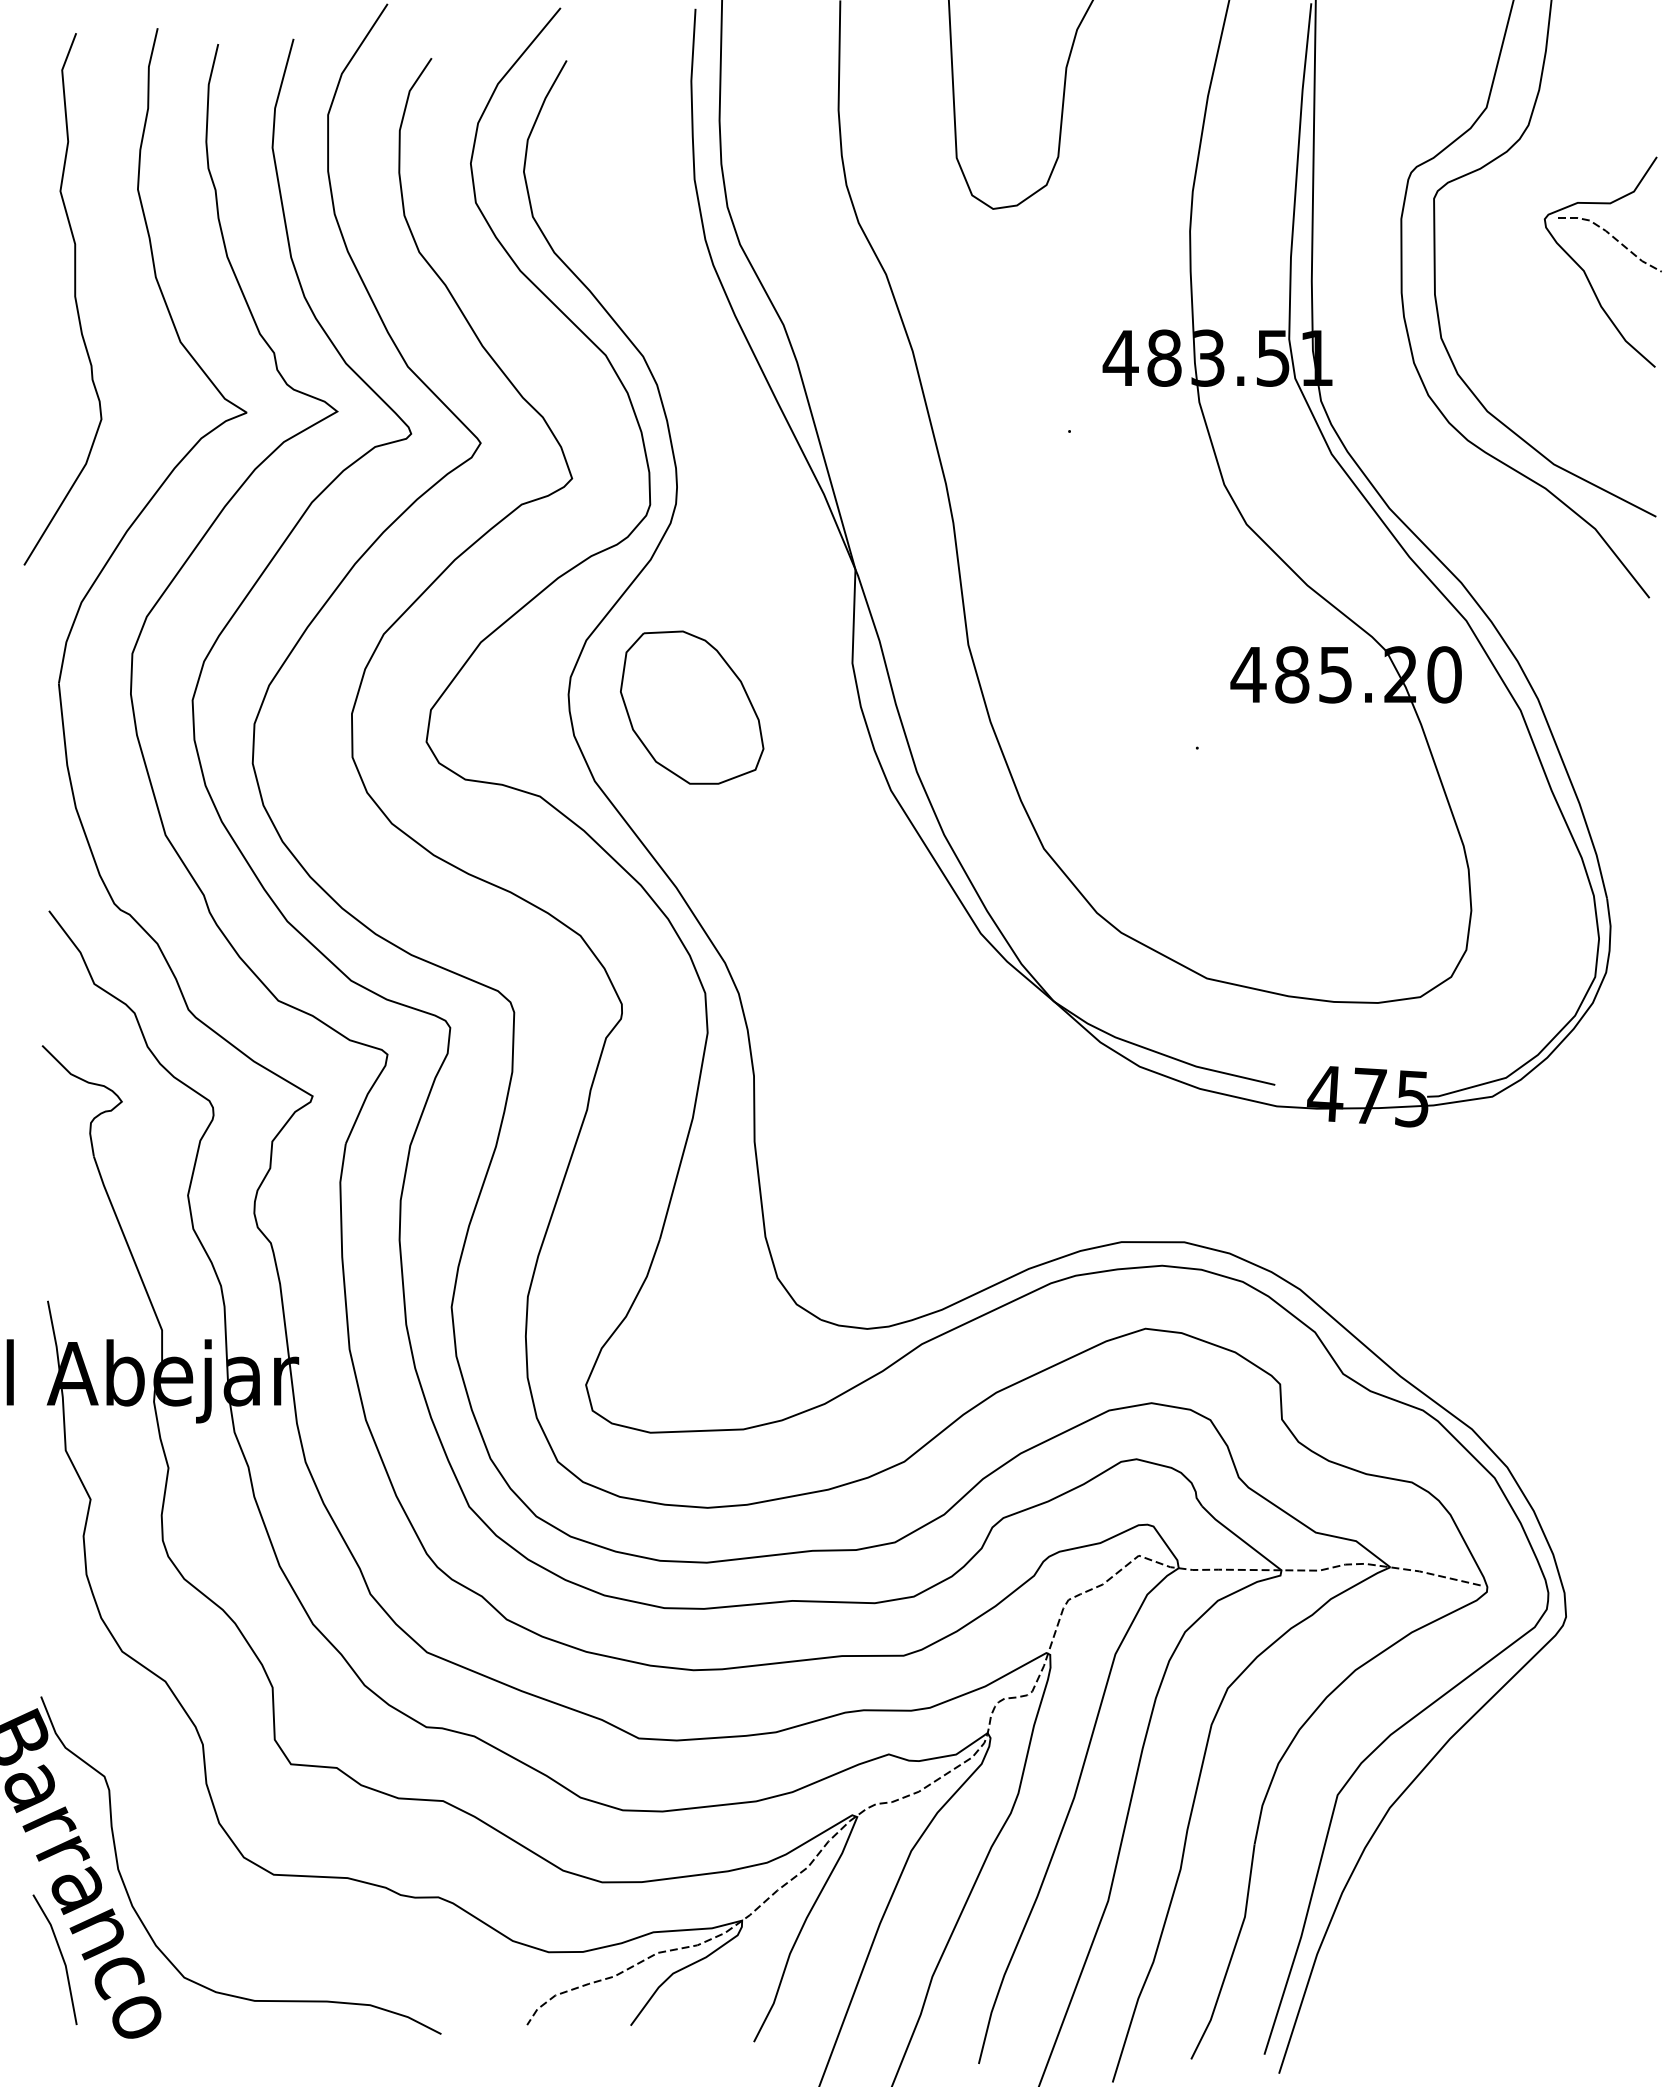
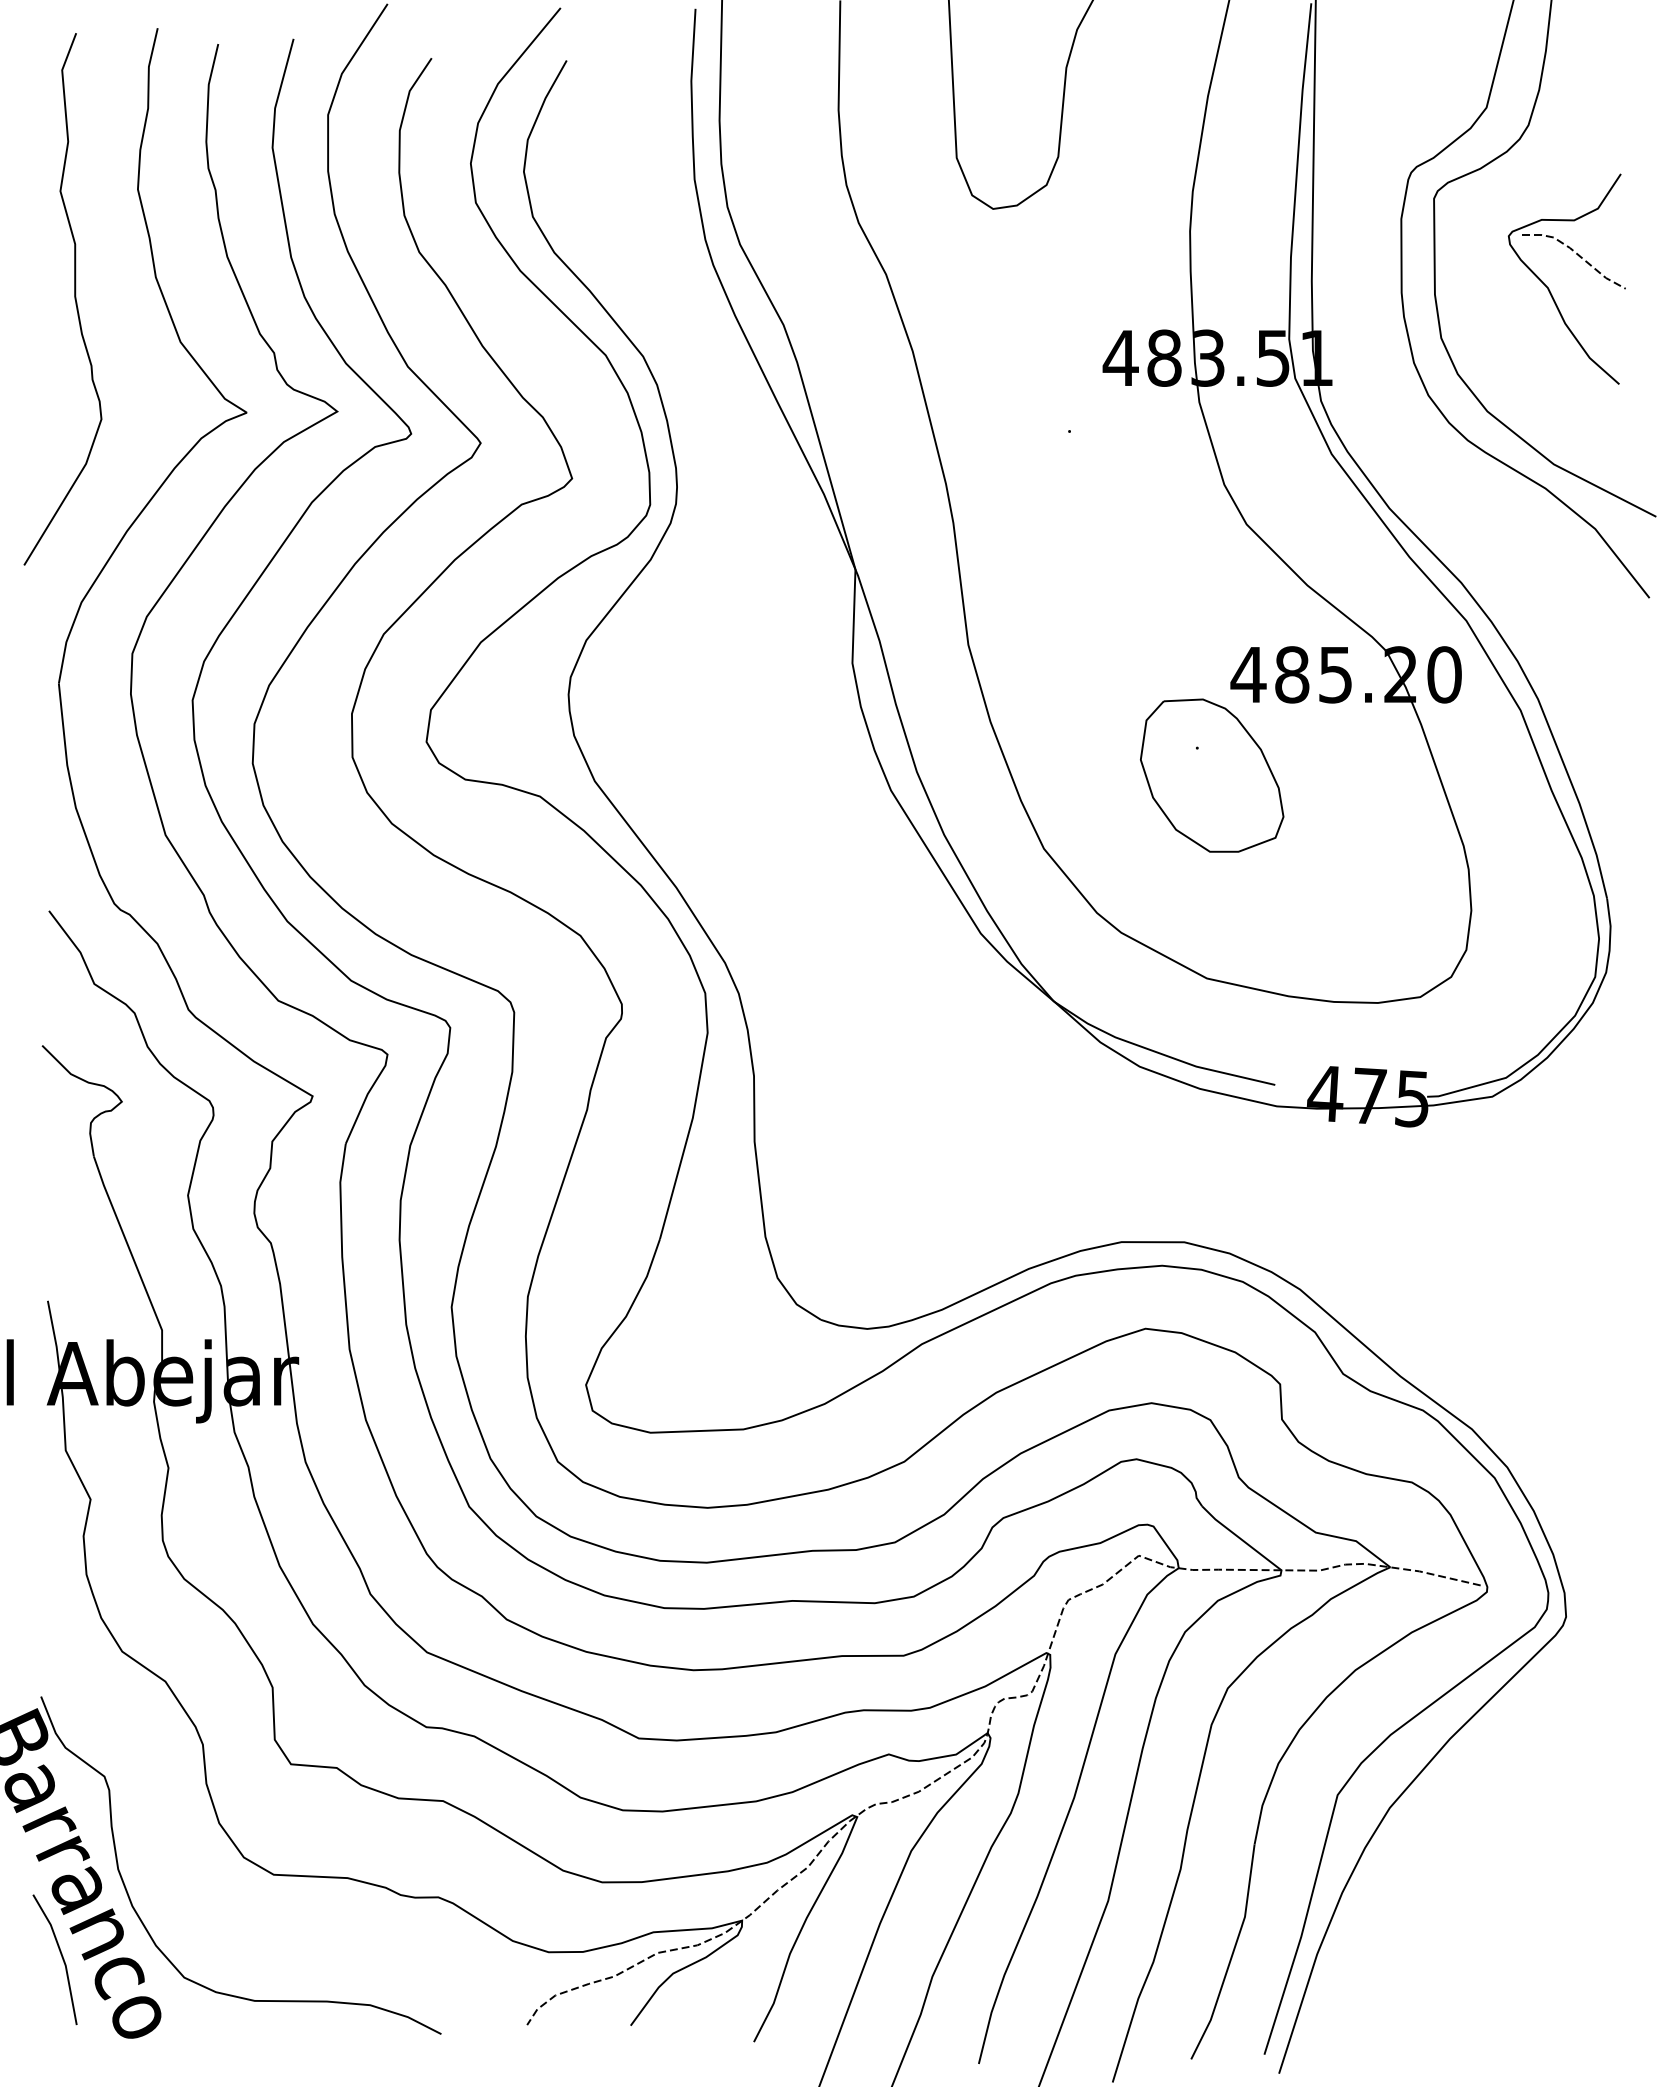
part at (1585, 271) position: (1585, 271) -> (1549, 288)
part at (692, 707) position: (692, 707) -> (1212, 775)
